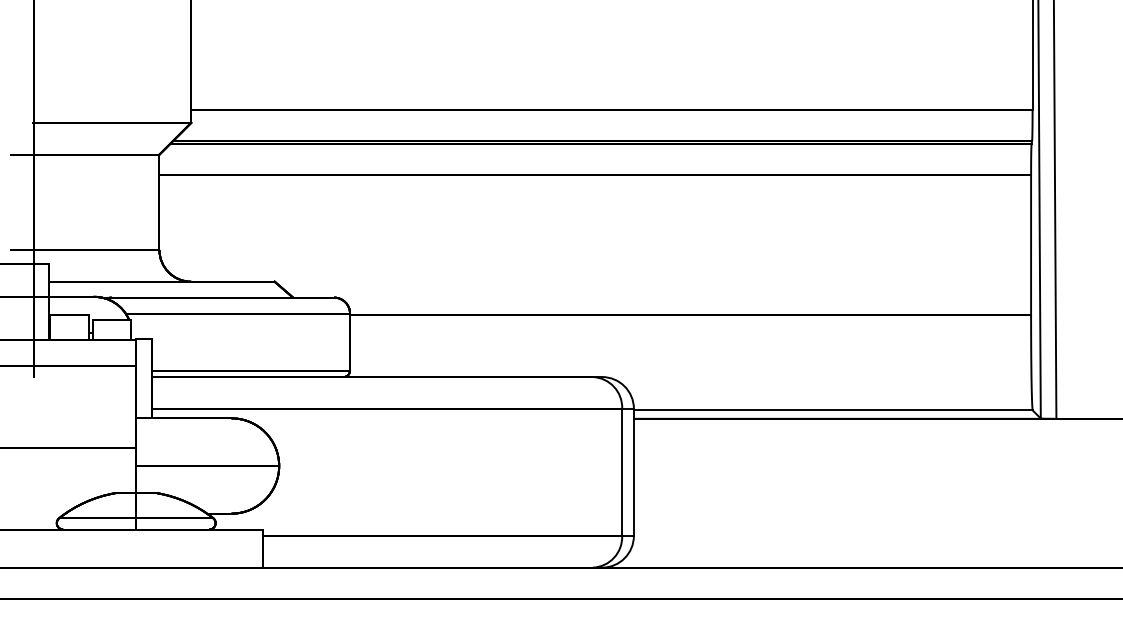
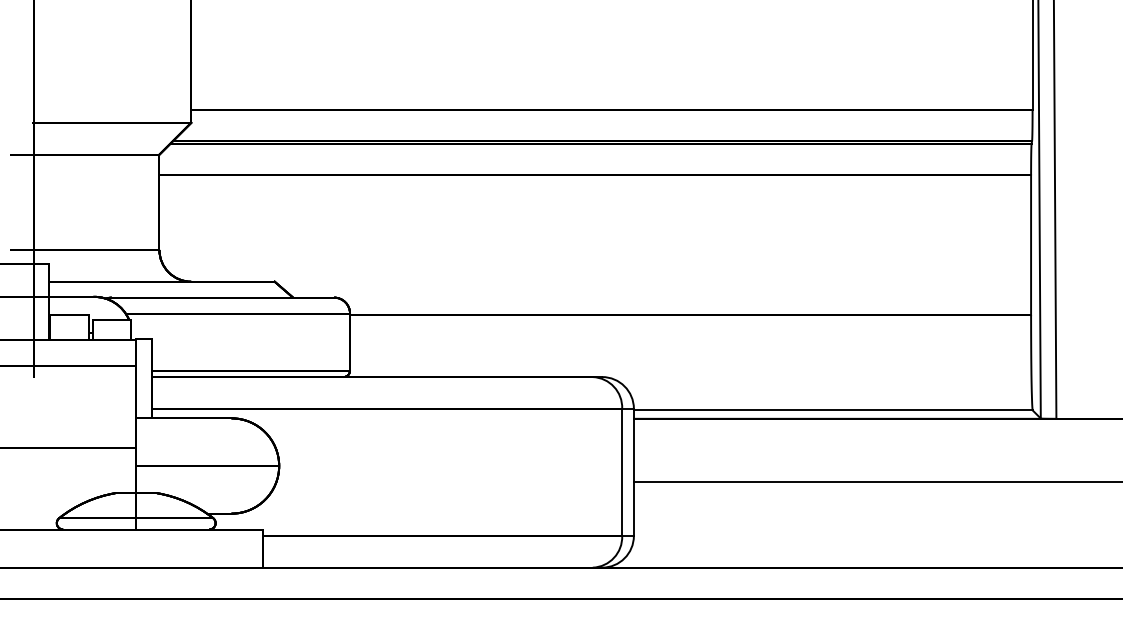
line at (876, 482): none -> present
